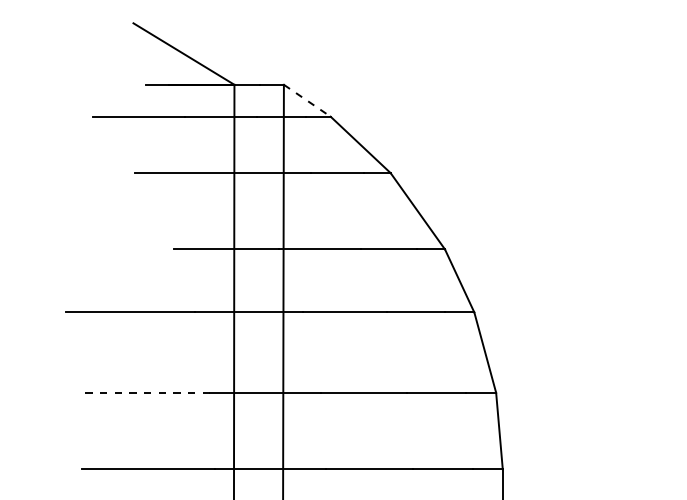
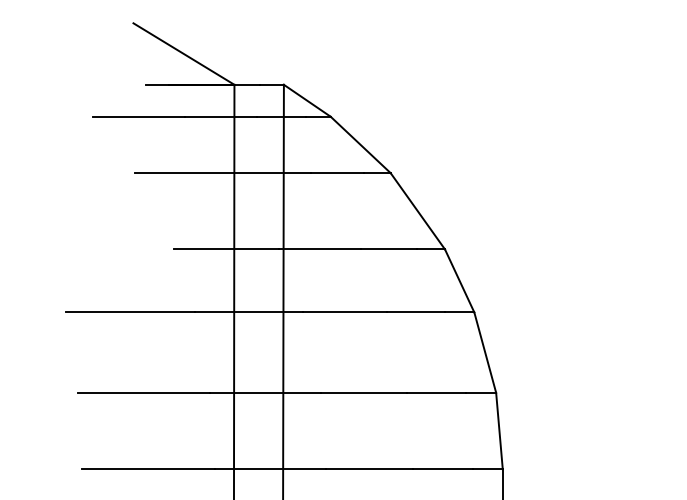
line at (307, 101): dashed -> solid
line at (143, 392): dashed -> solid
